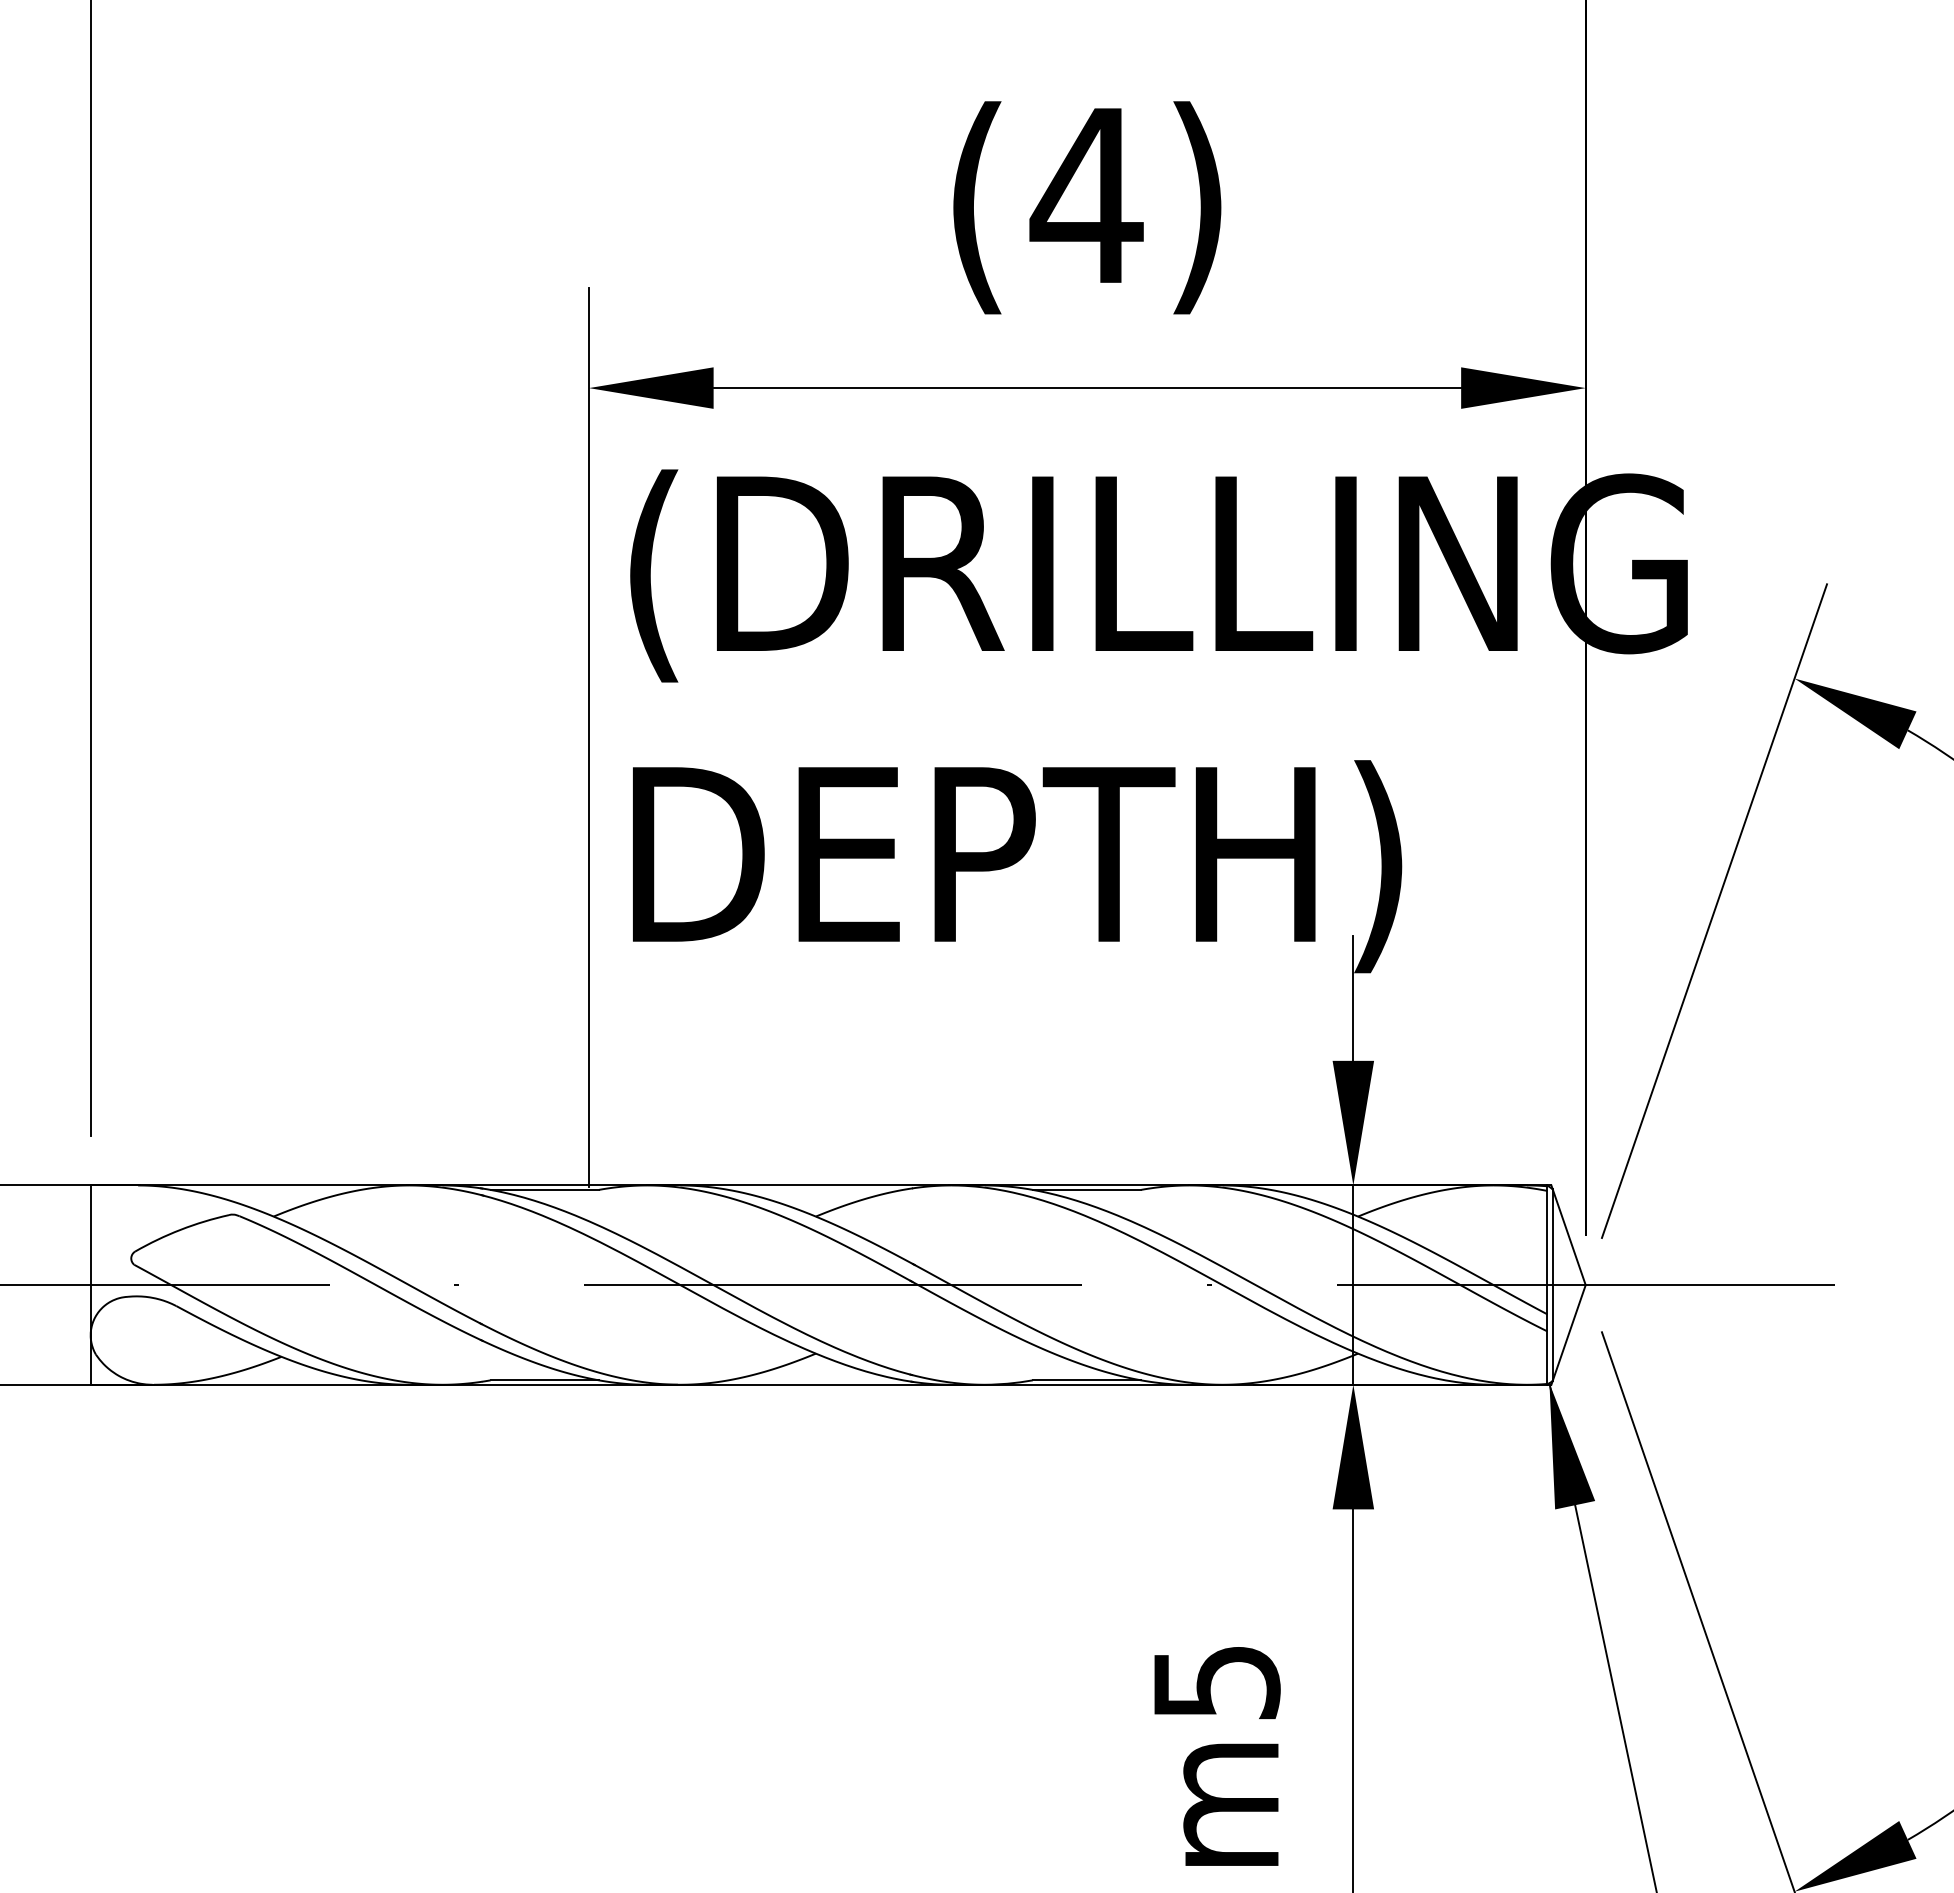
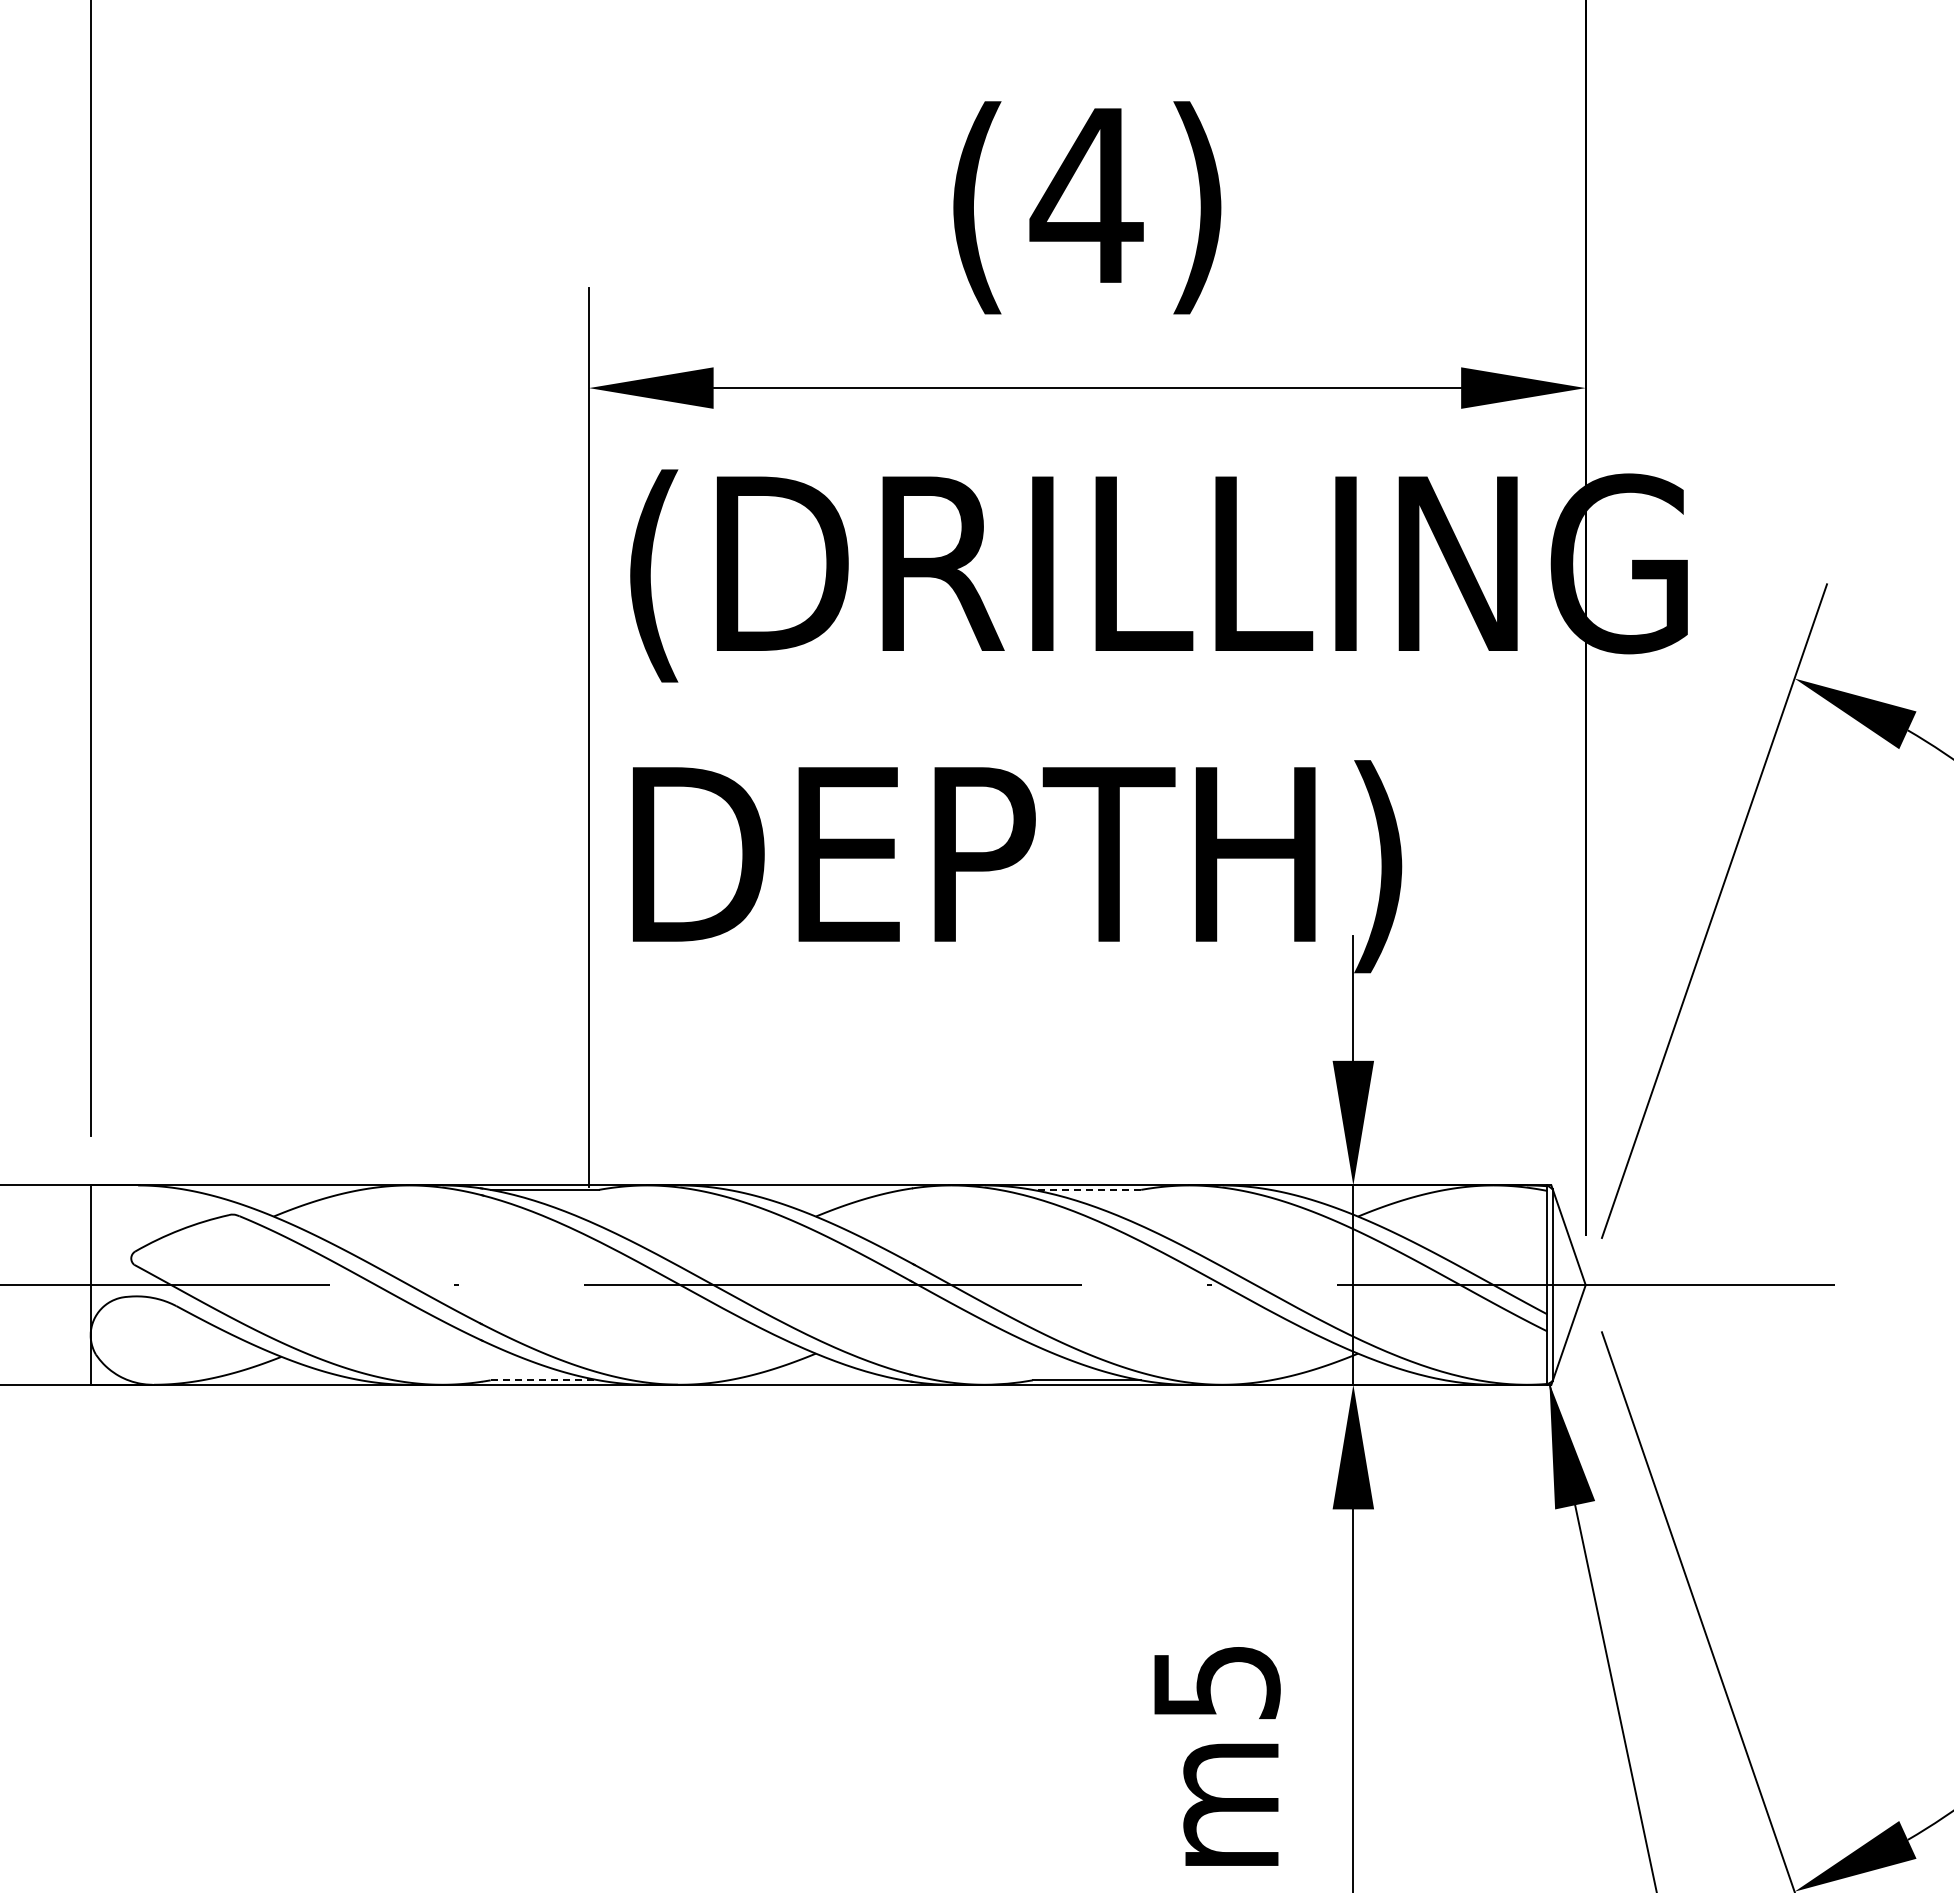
line at (1086, 1189): solid -> dashed
line at (545, 1380): solid -> dashed
